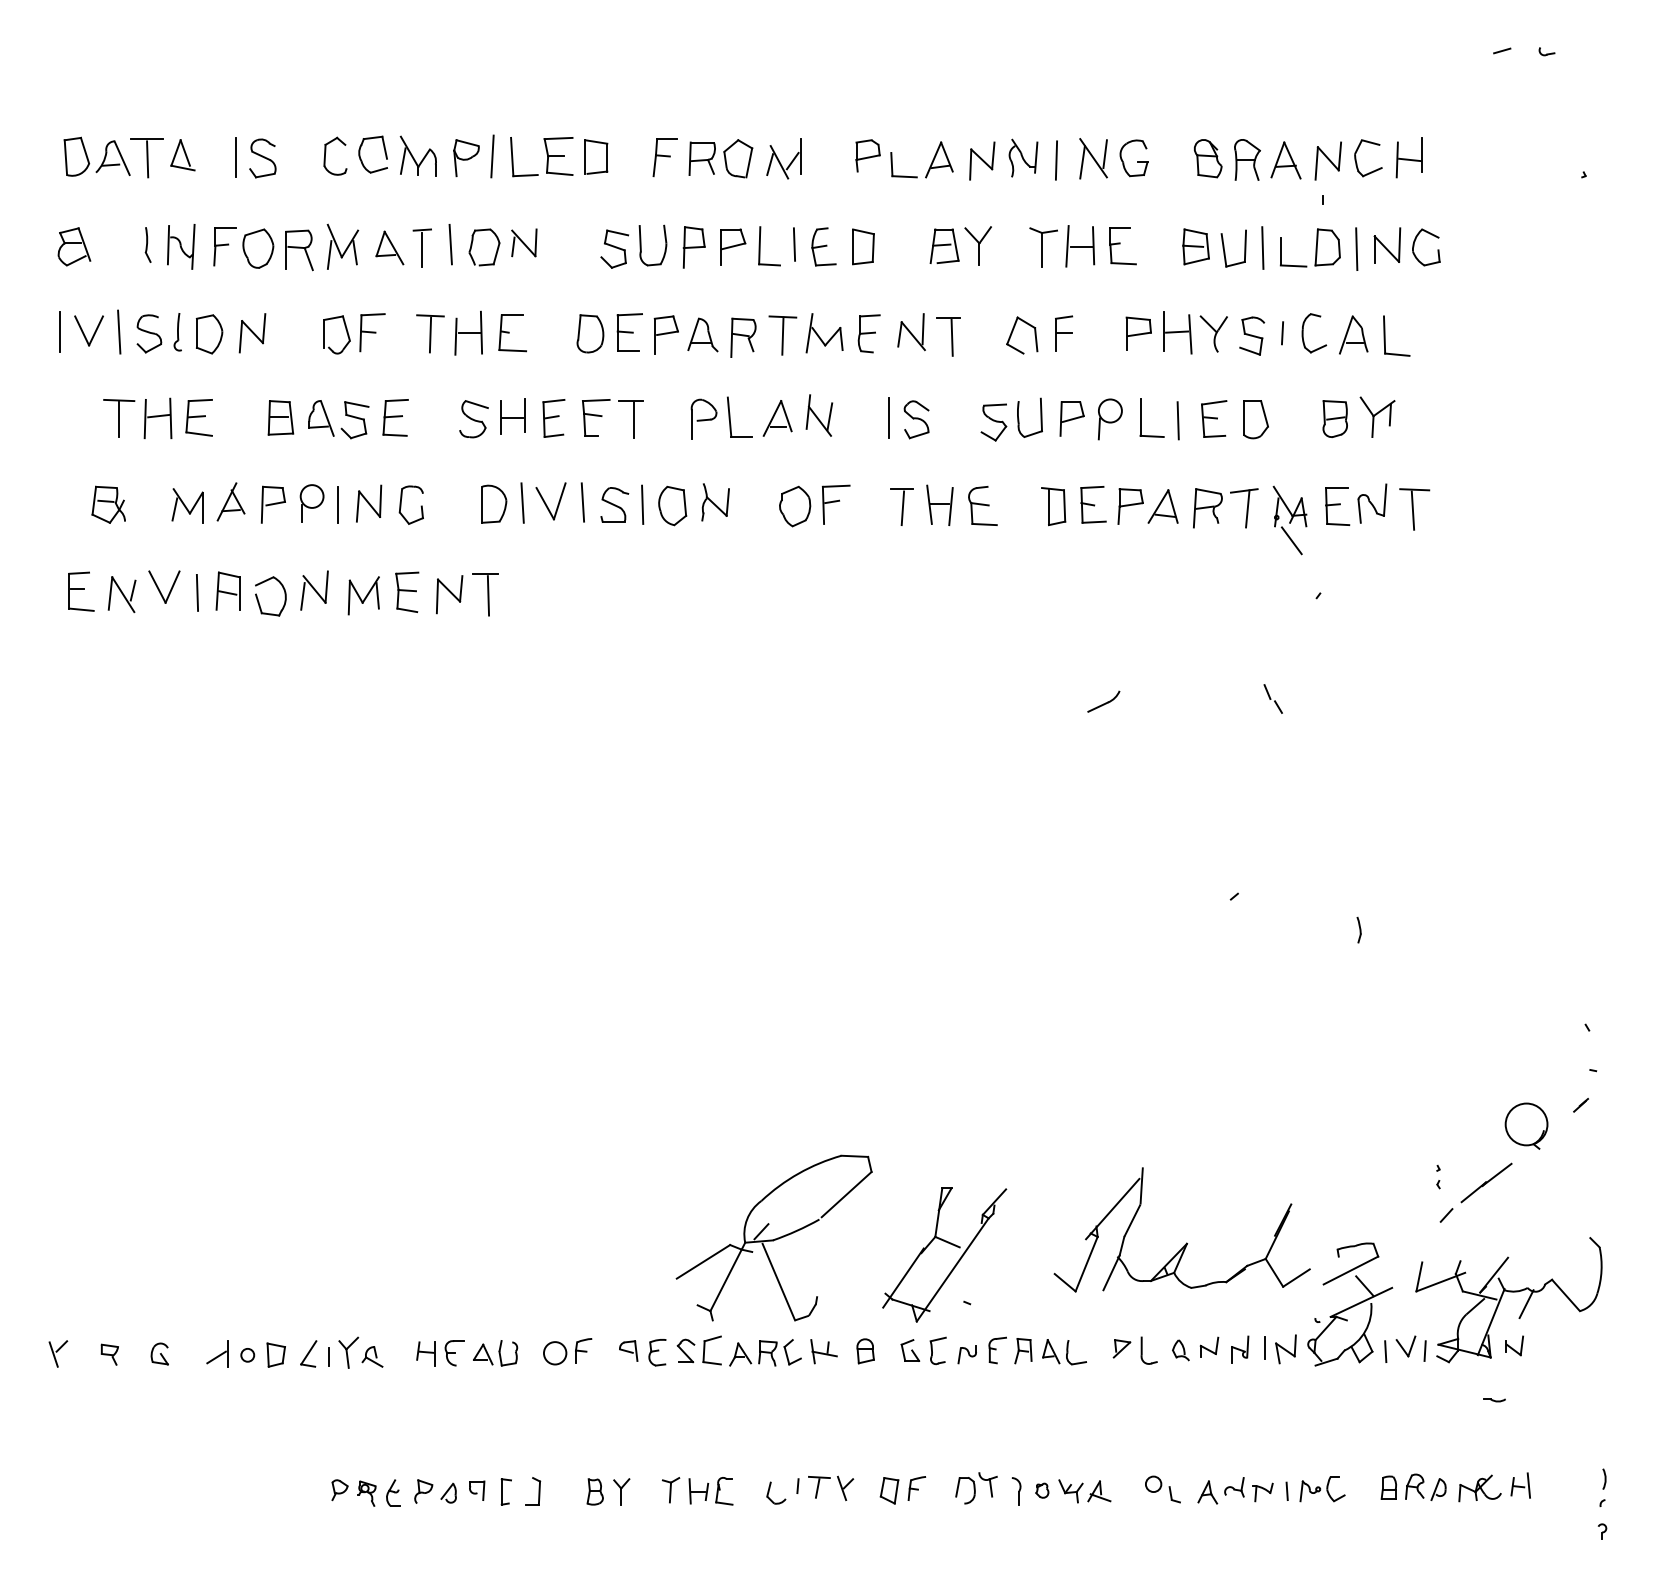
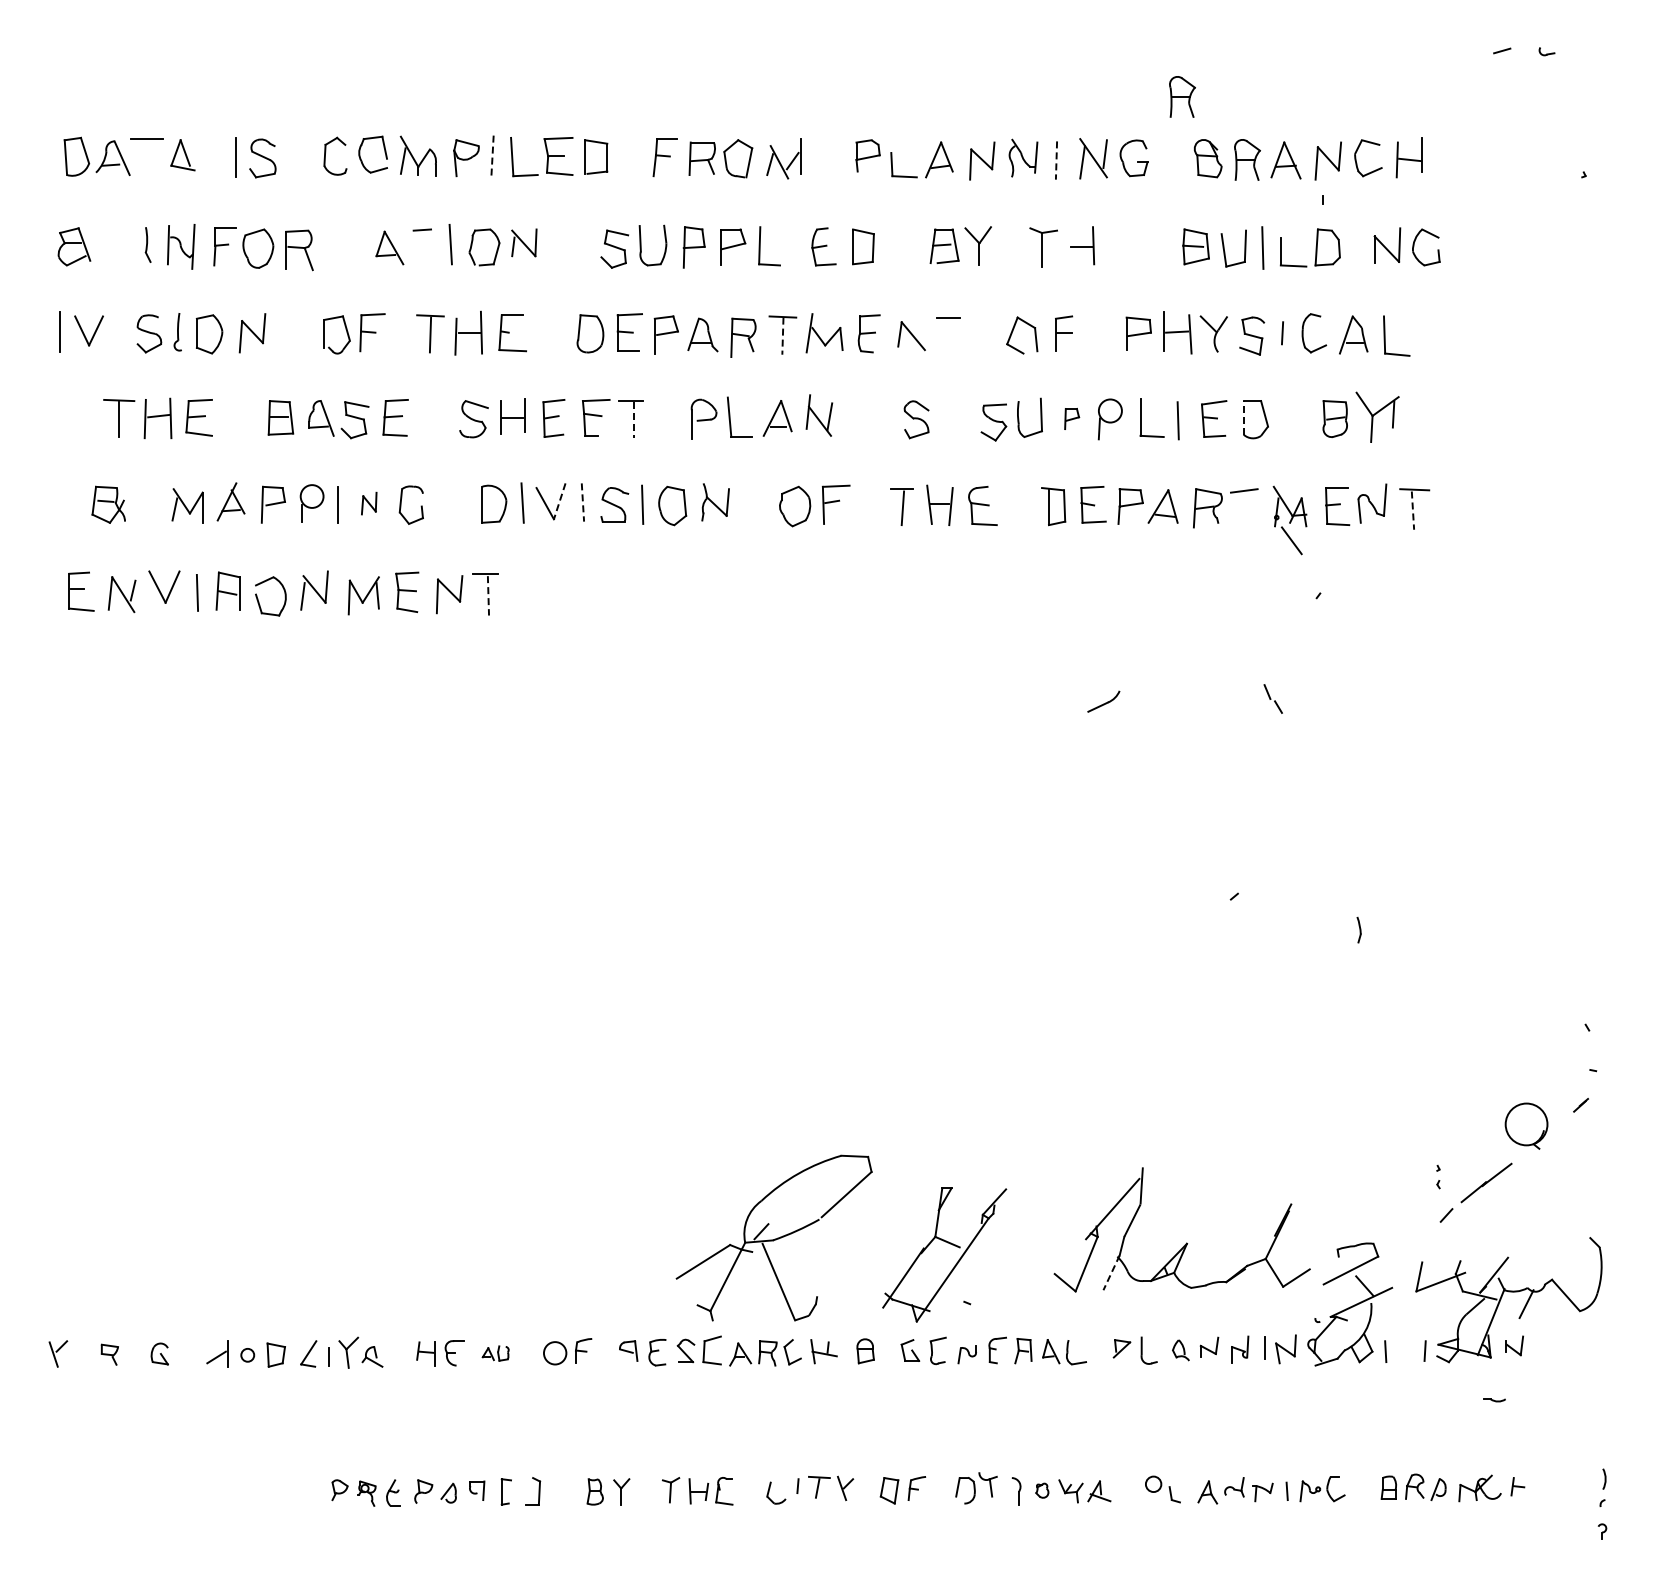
part at (1182, 96): none -> present
line at (492, 156): solid -> dashed
line at (147, 159): present -> none
line at (1056, 161): solid -> dashed
line at (794, 244): present -> none
part at (342, 246): present -> none
line at (1067, 246): present -> none
part at (1122, 246): present -> none
line at (421, 249): present -> none
line at (1356, 249): present -> none
line at (922, 329): present -> none
line at (119, 331): present -> none
line at (782, 336): solid -> dashed
line at (951, 337): present -> none
part at (1377, 416) size: 37x42 px -> 45x52 px
line at (888, 417): present -> none
line at (1243, 417): solid -> dashed
part at (1071, 418) size: 26x36 px -> 17x22 px
line at (633, 420): solid -> dashed
line at (559, 501): solid -> dashed
part at (369, 503) size: 27x39 px -> 17x25 px
line at (582, 503): solid -> dashed
line at (1247, 508): present -> none
line at (1413, 511): solid -> dashed
line at (488, 595): solid -> dashed
line at (1111, 1273): solid -> dashed
part at (1405, 1346): present -> none
part at (495, 1353) size: 46x27 px -> 29x17 px
line at (1528, 1485): present -> none
